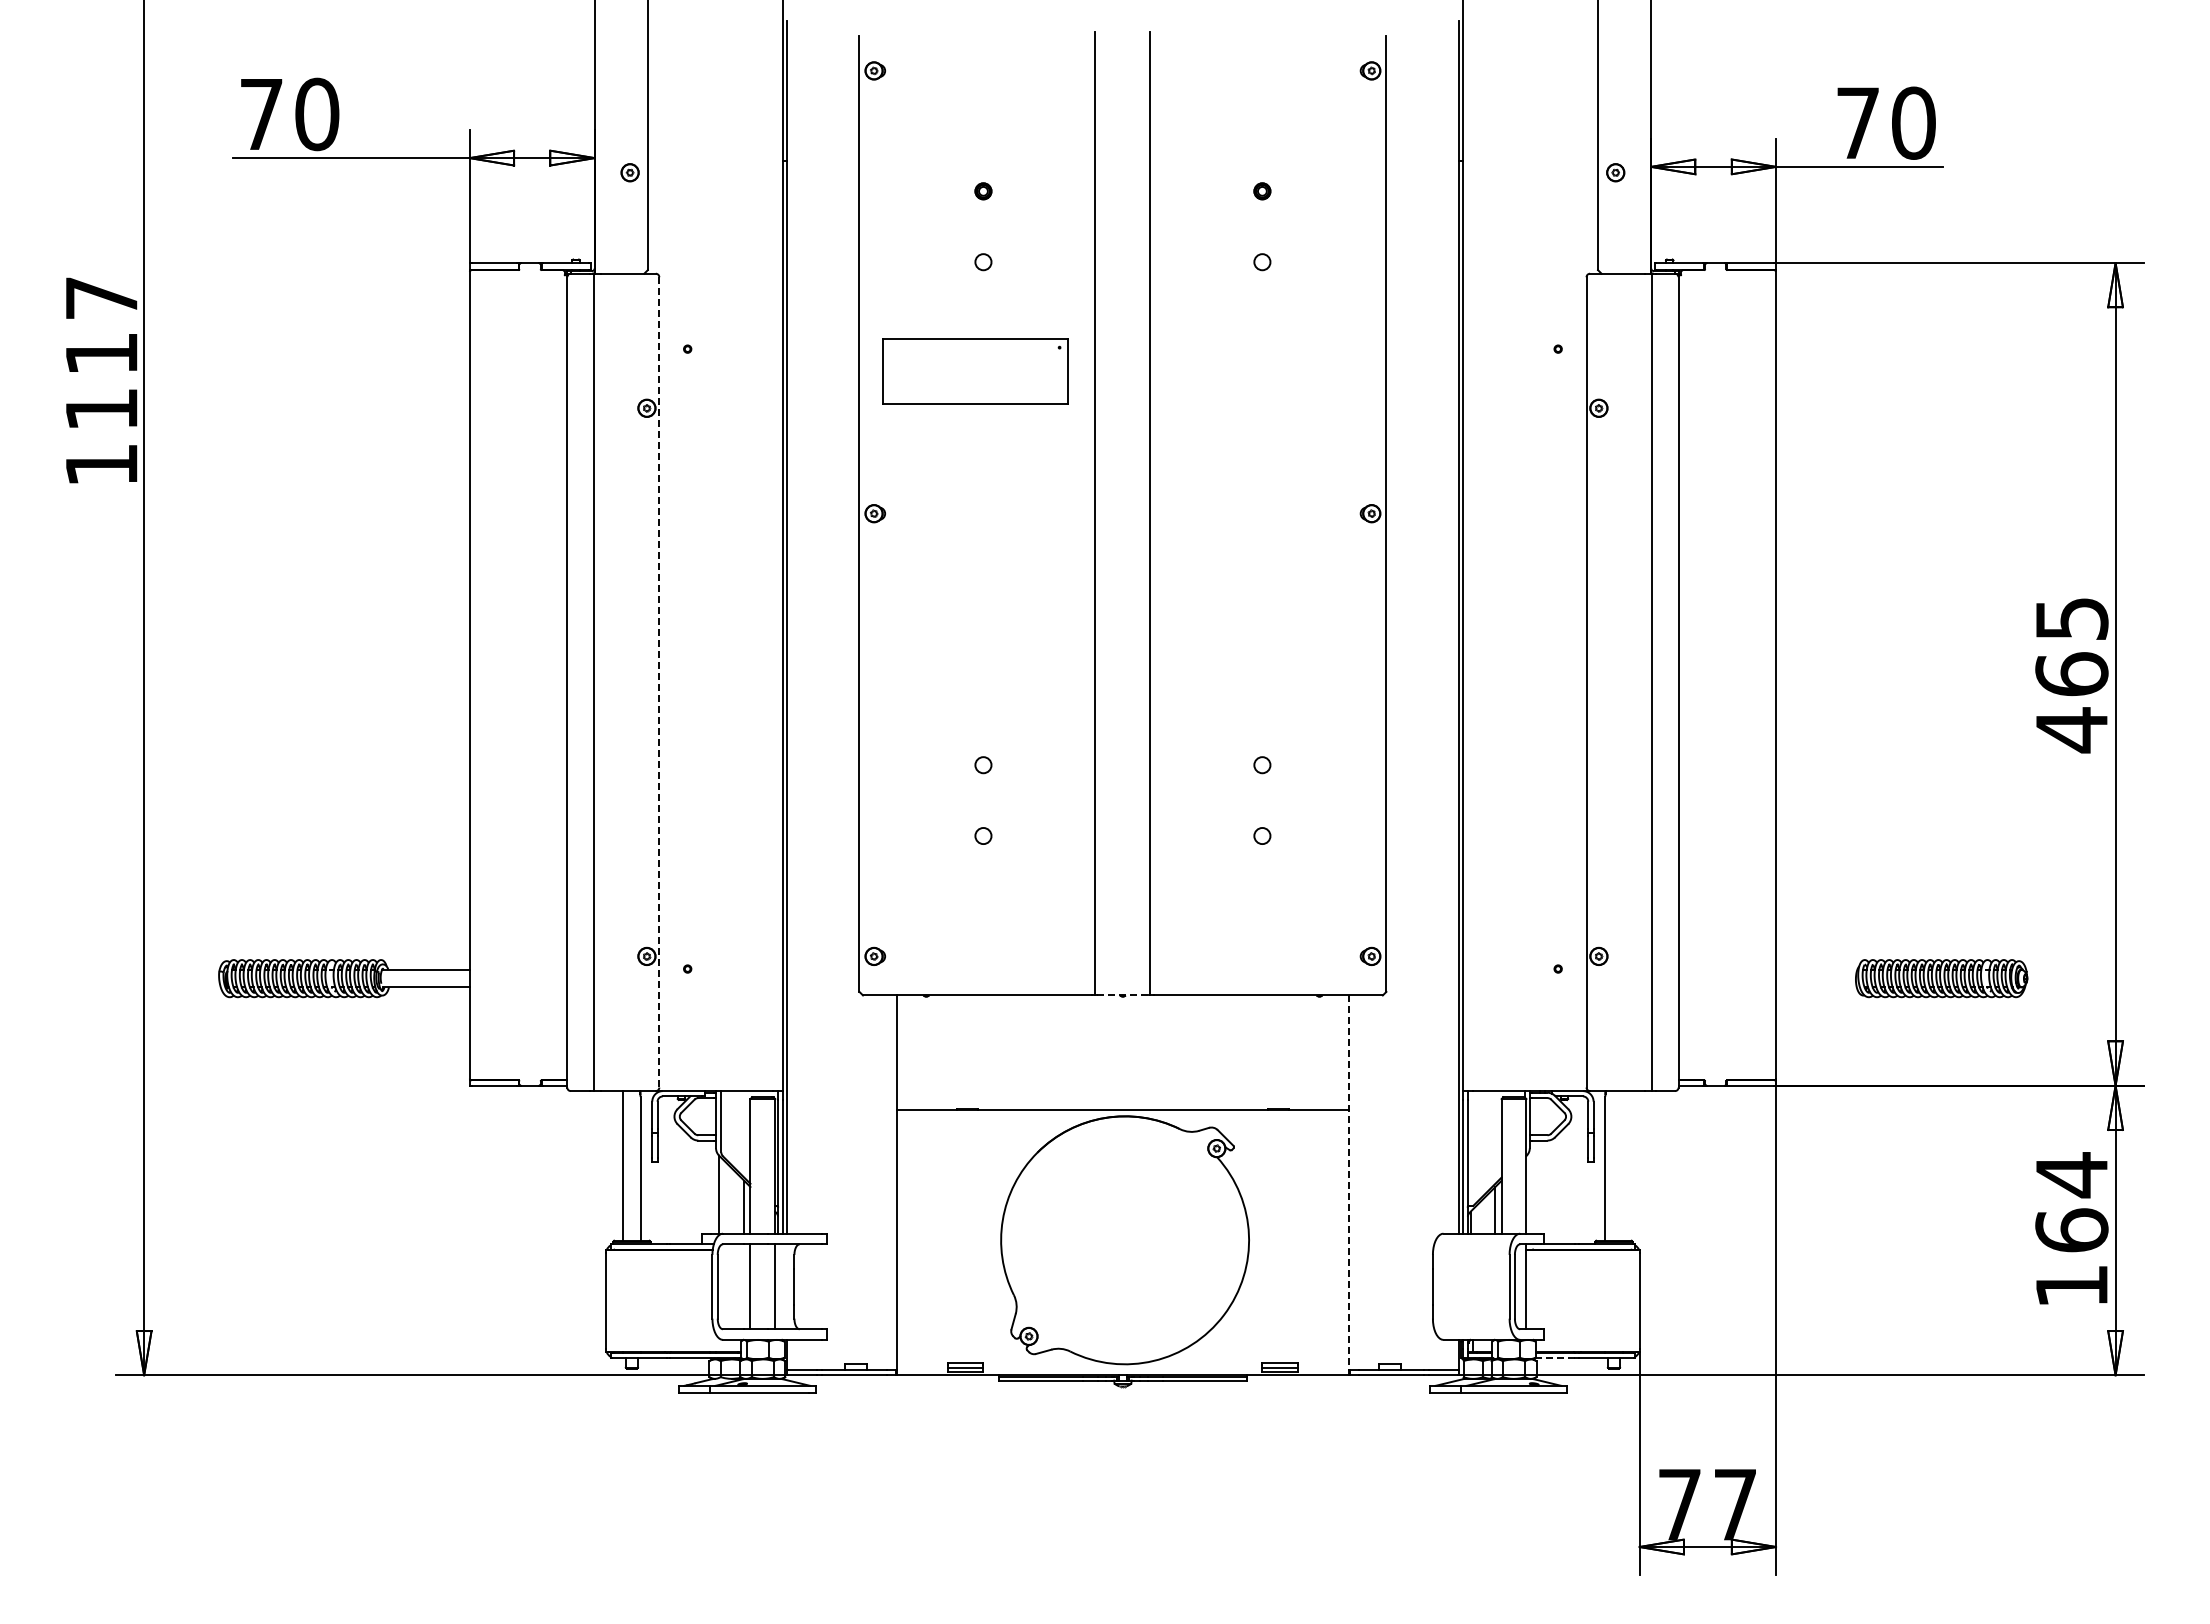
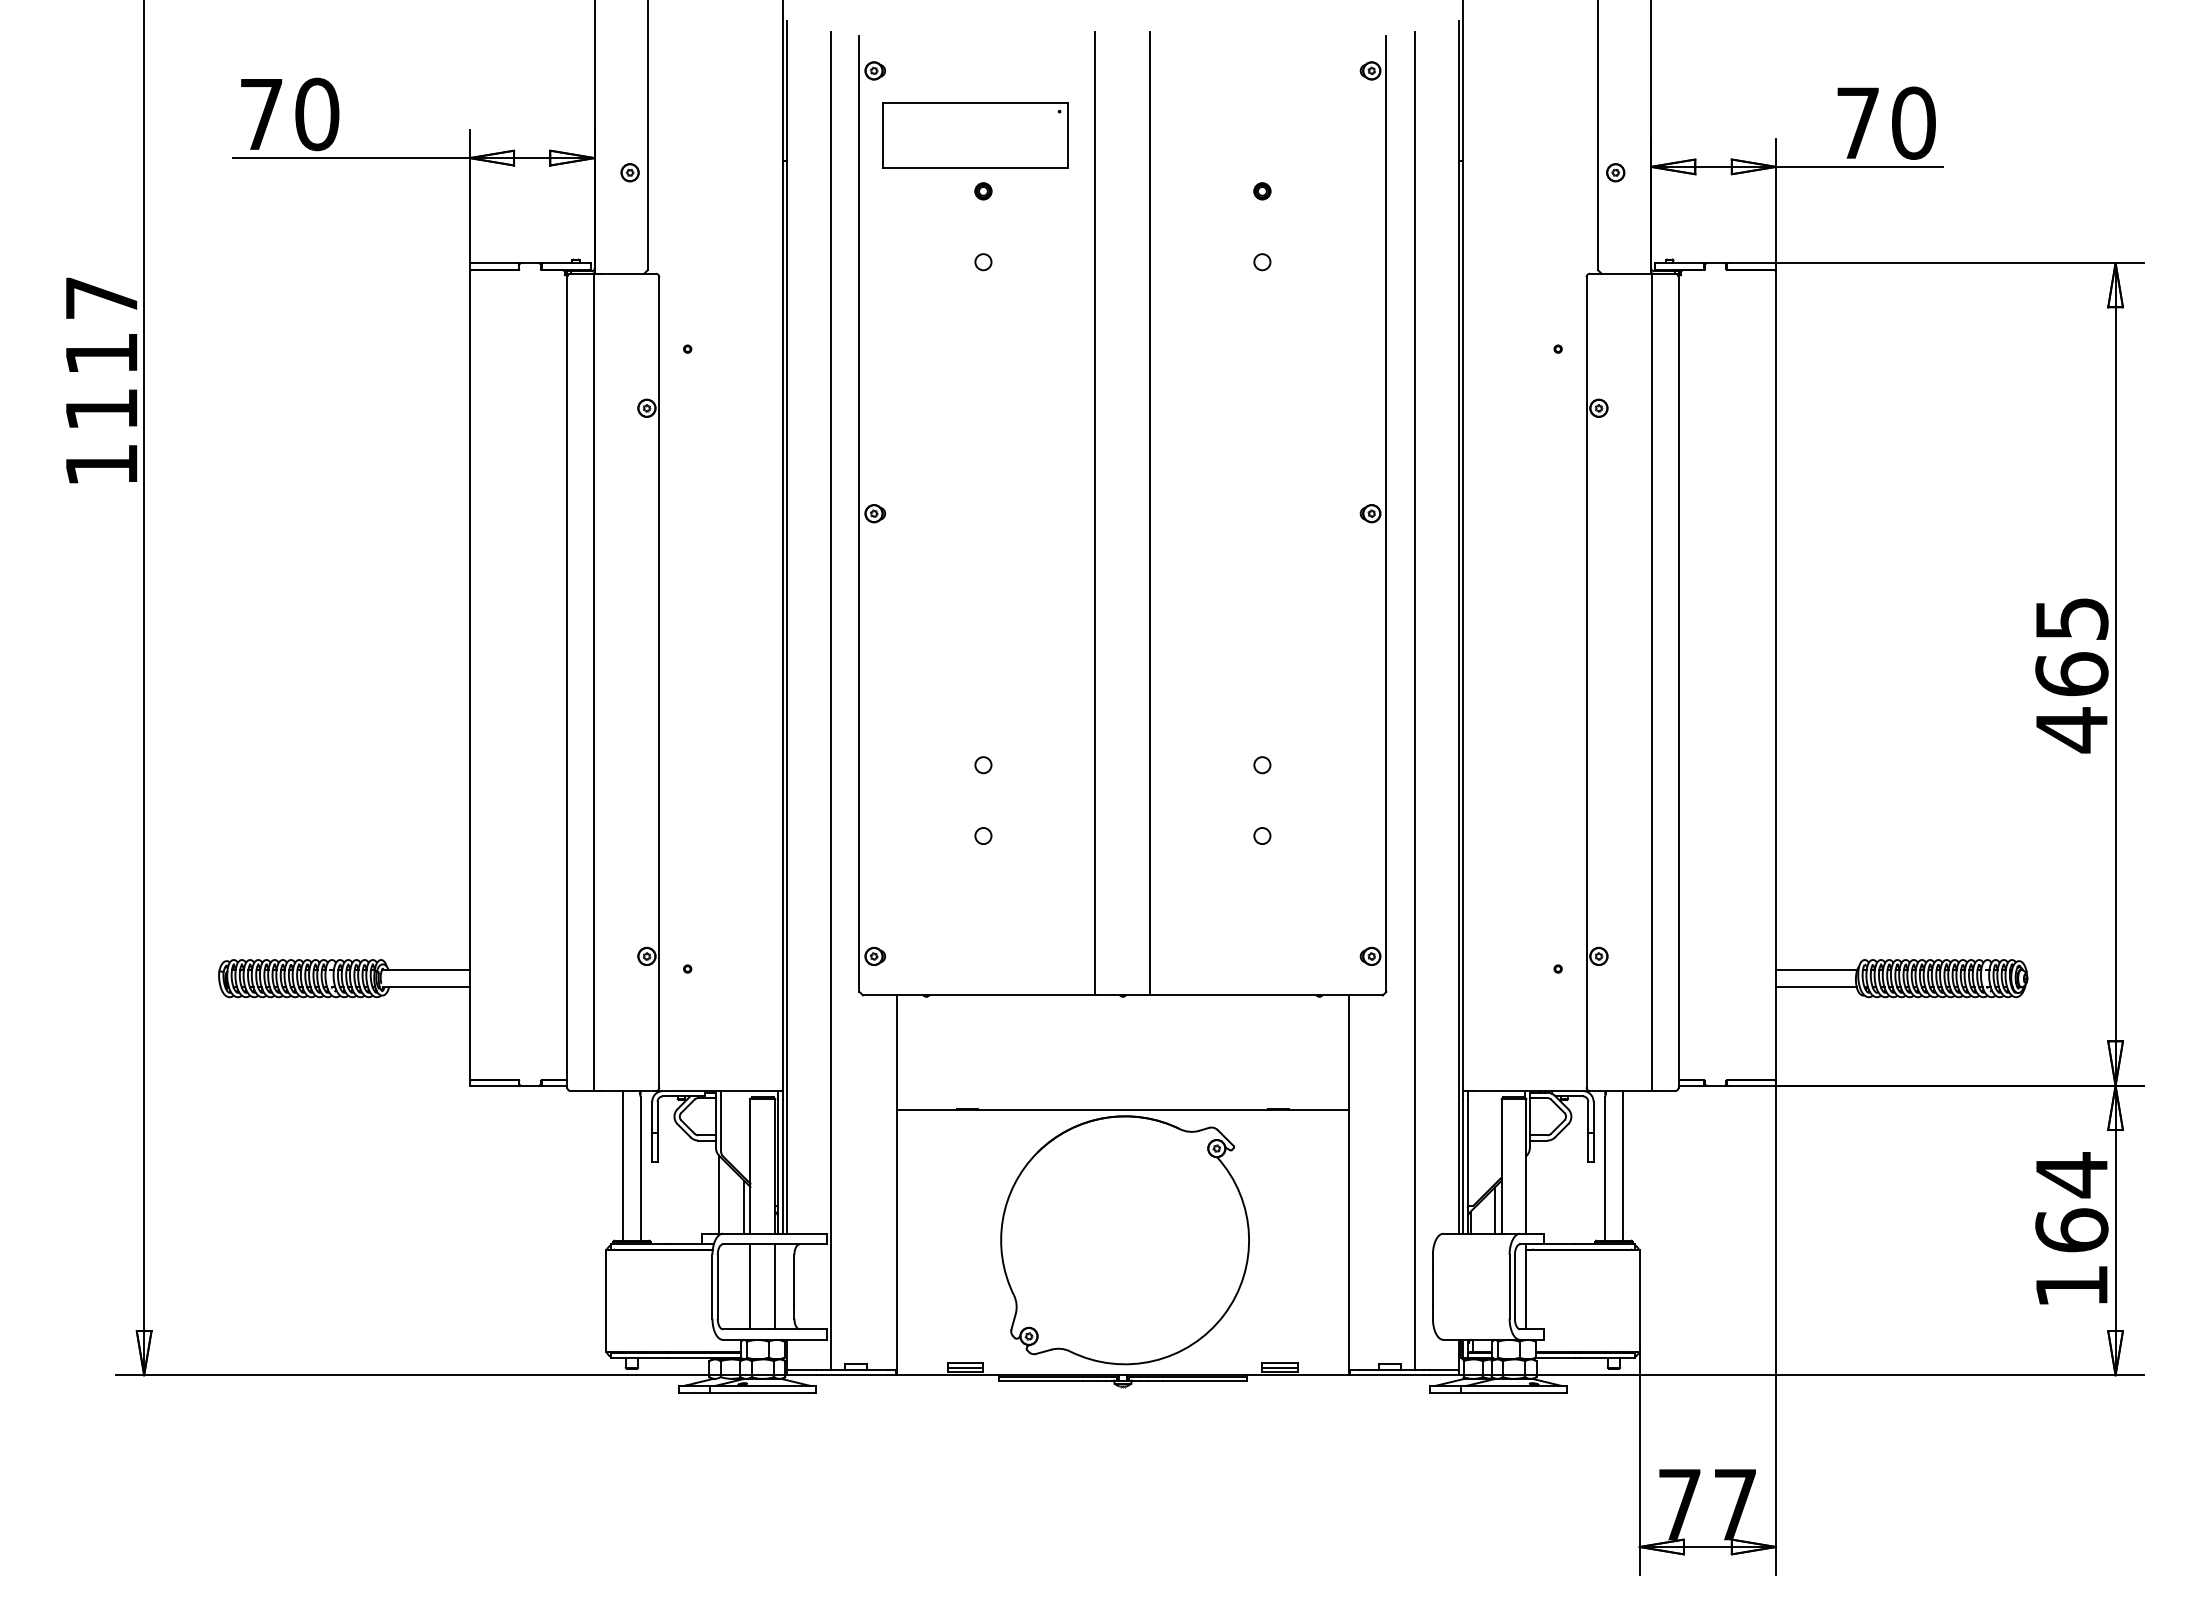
part at (975, 371) position: (975, 371) -> (975, 135)
line at (659, 682): dashed -> solid
line at (831, 700): none -> present
line at (1414, 700): none -> present
line at (1816, 969): none -> present
line at (1816, 987): none -> present
line at (1122, 995): dashed -> solid
line at (1622, 1165): none -> present
line at (1349, 1183): dashed -> solid
line at (1555, 1357): dashed -> solid
